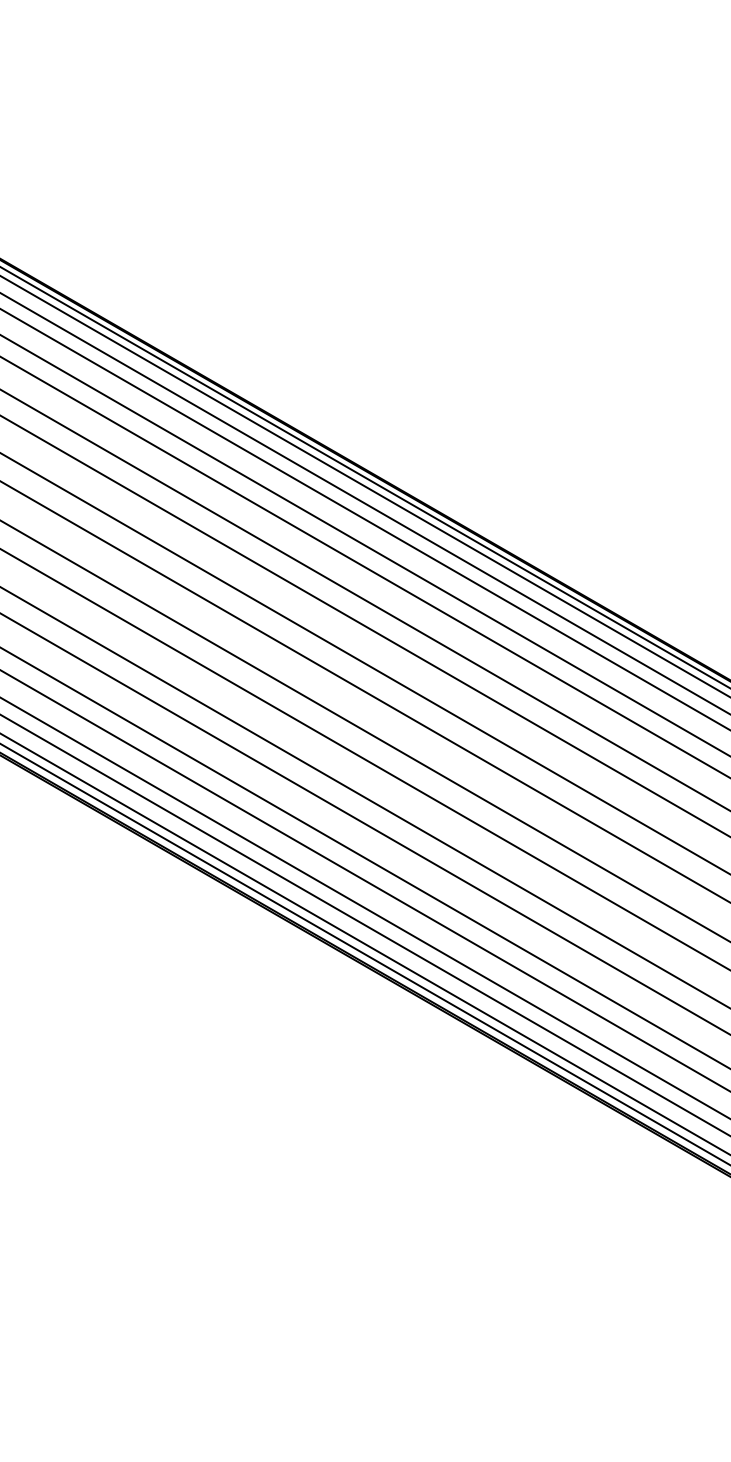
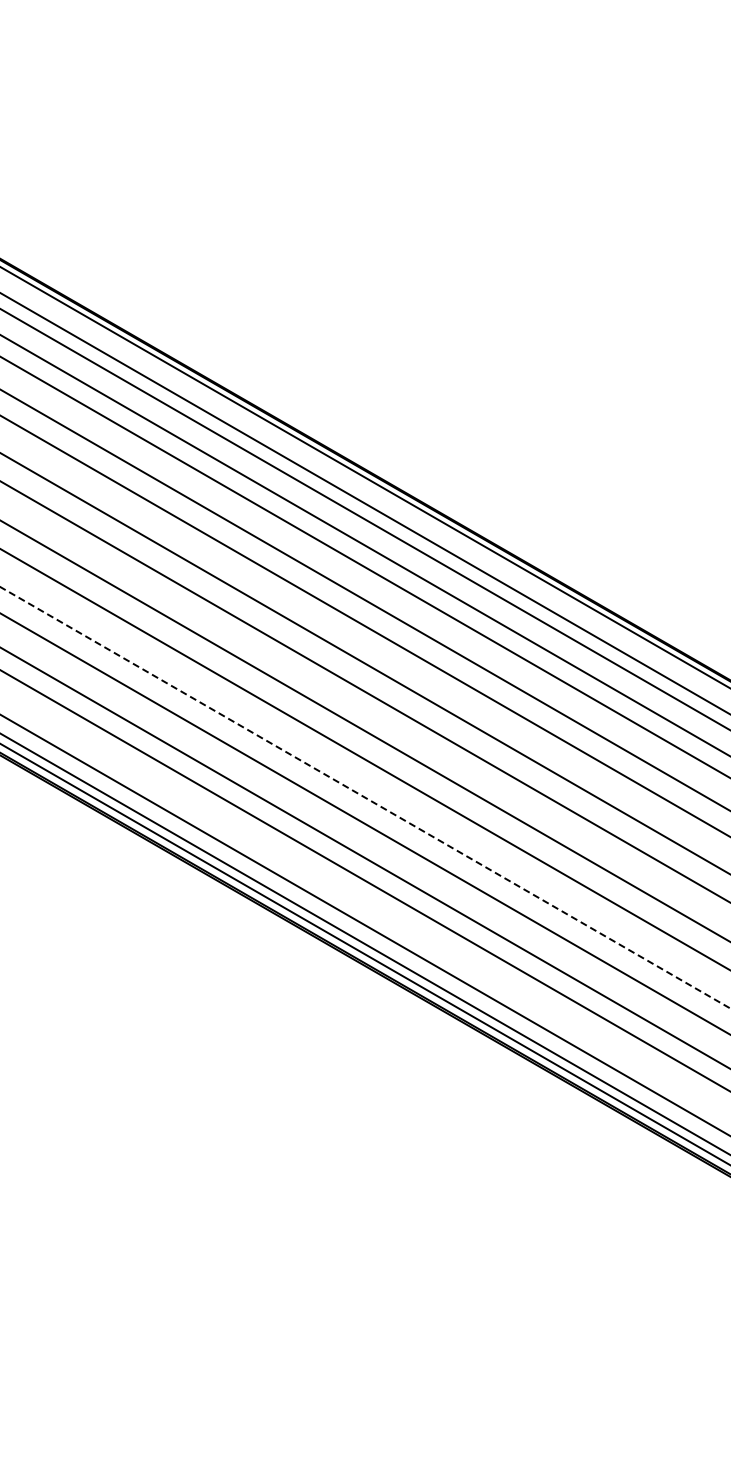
line at (364, 486): present -> none
line at (365, 797): solid -> dashed
line at (364, 907): present -> none
